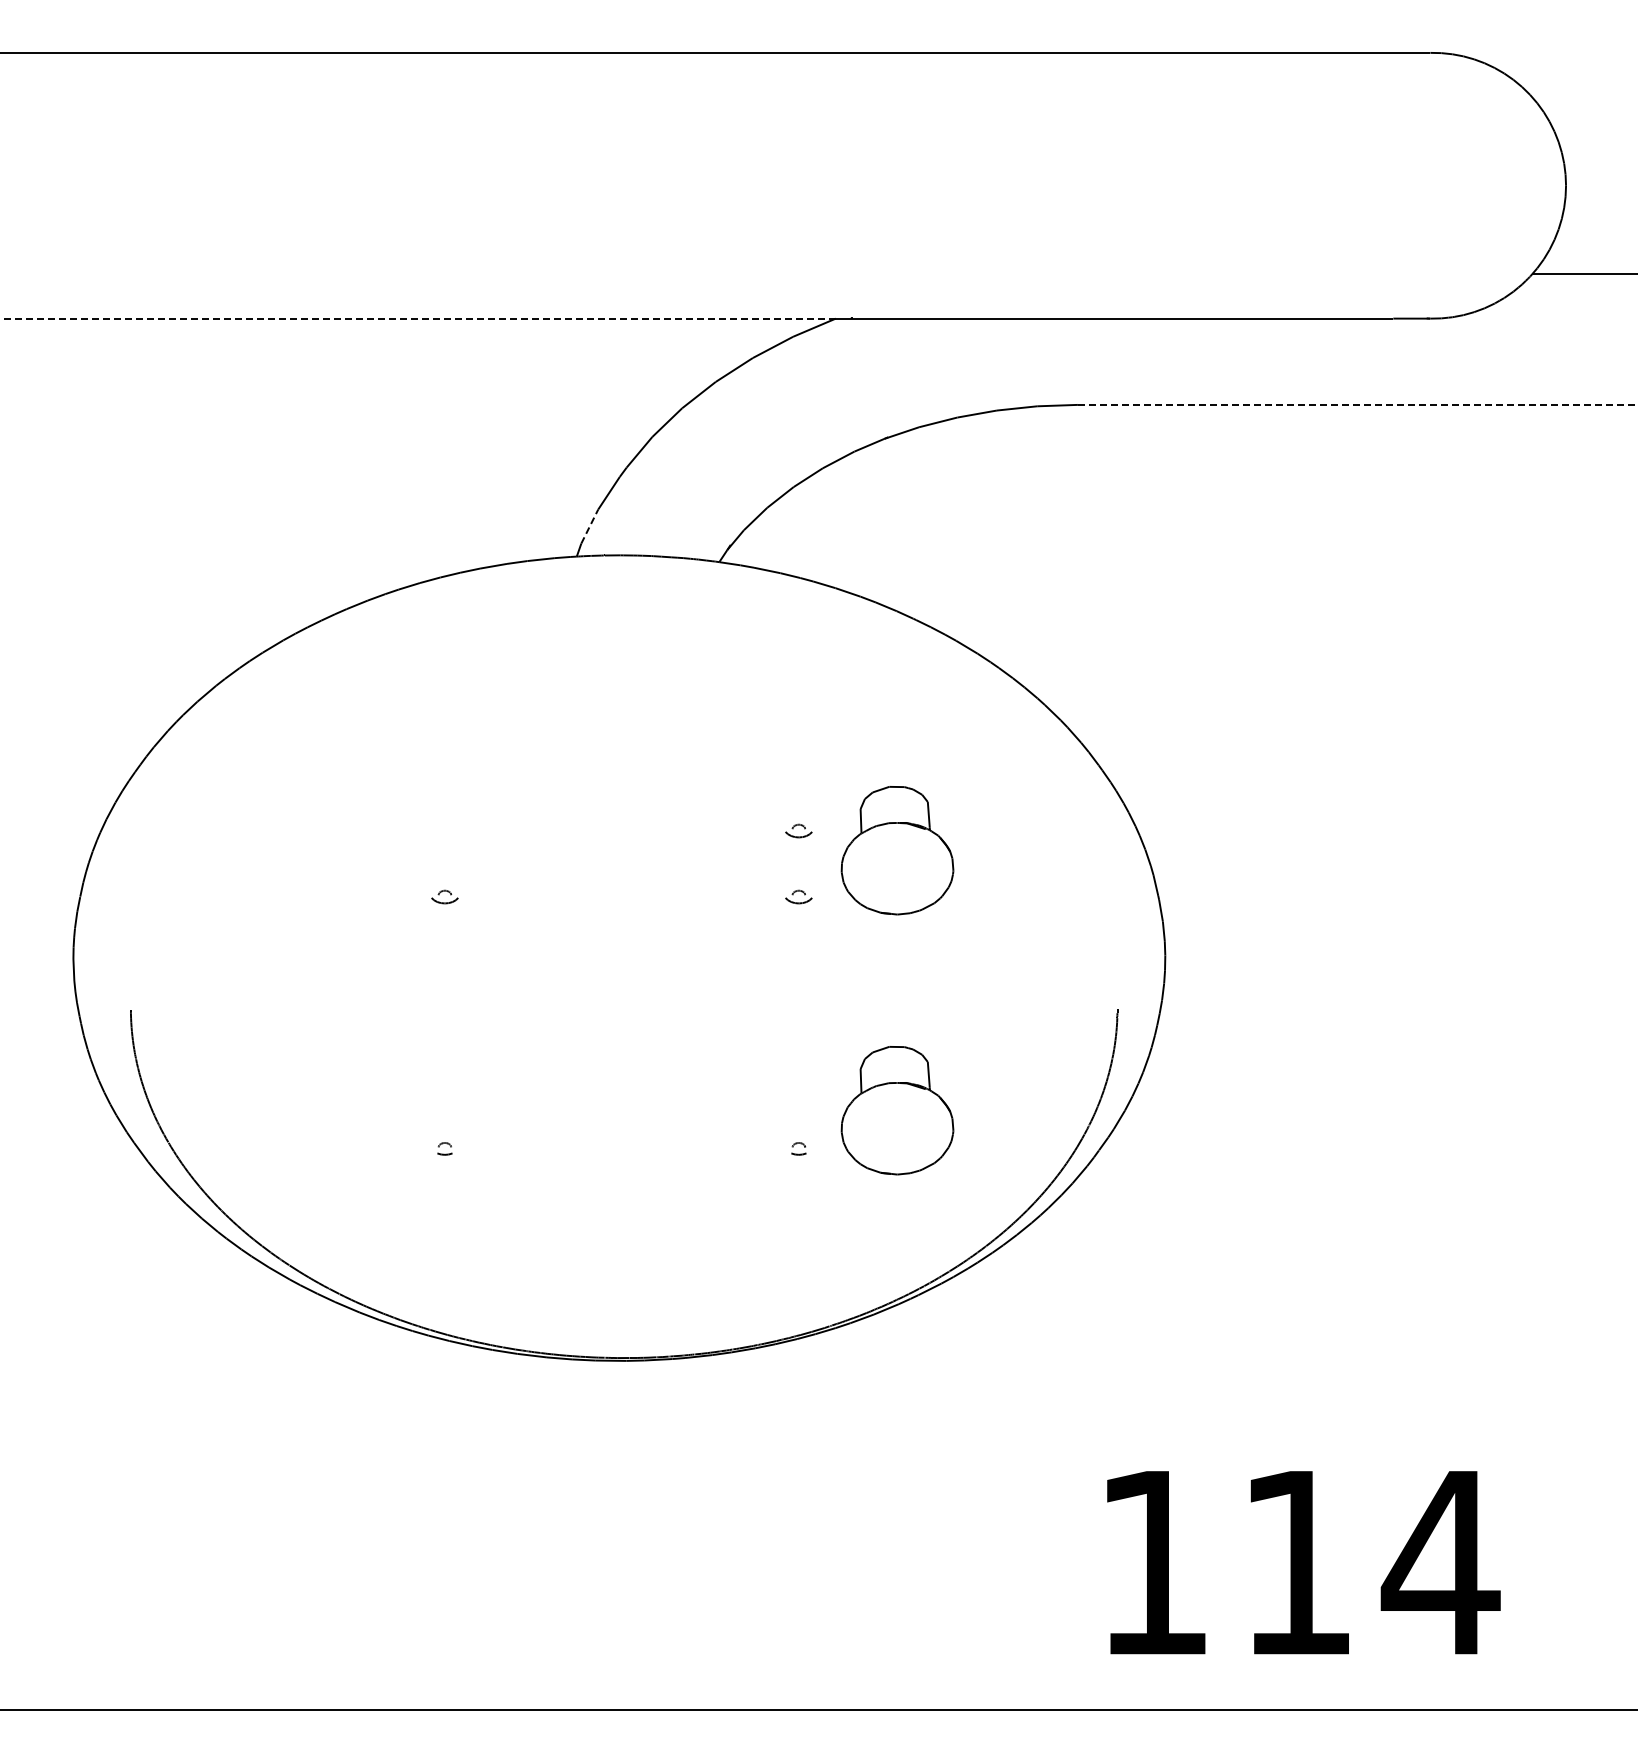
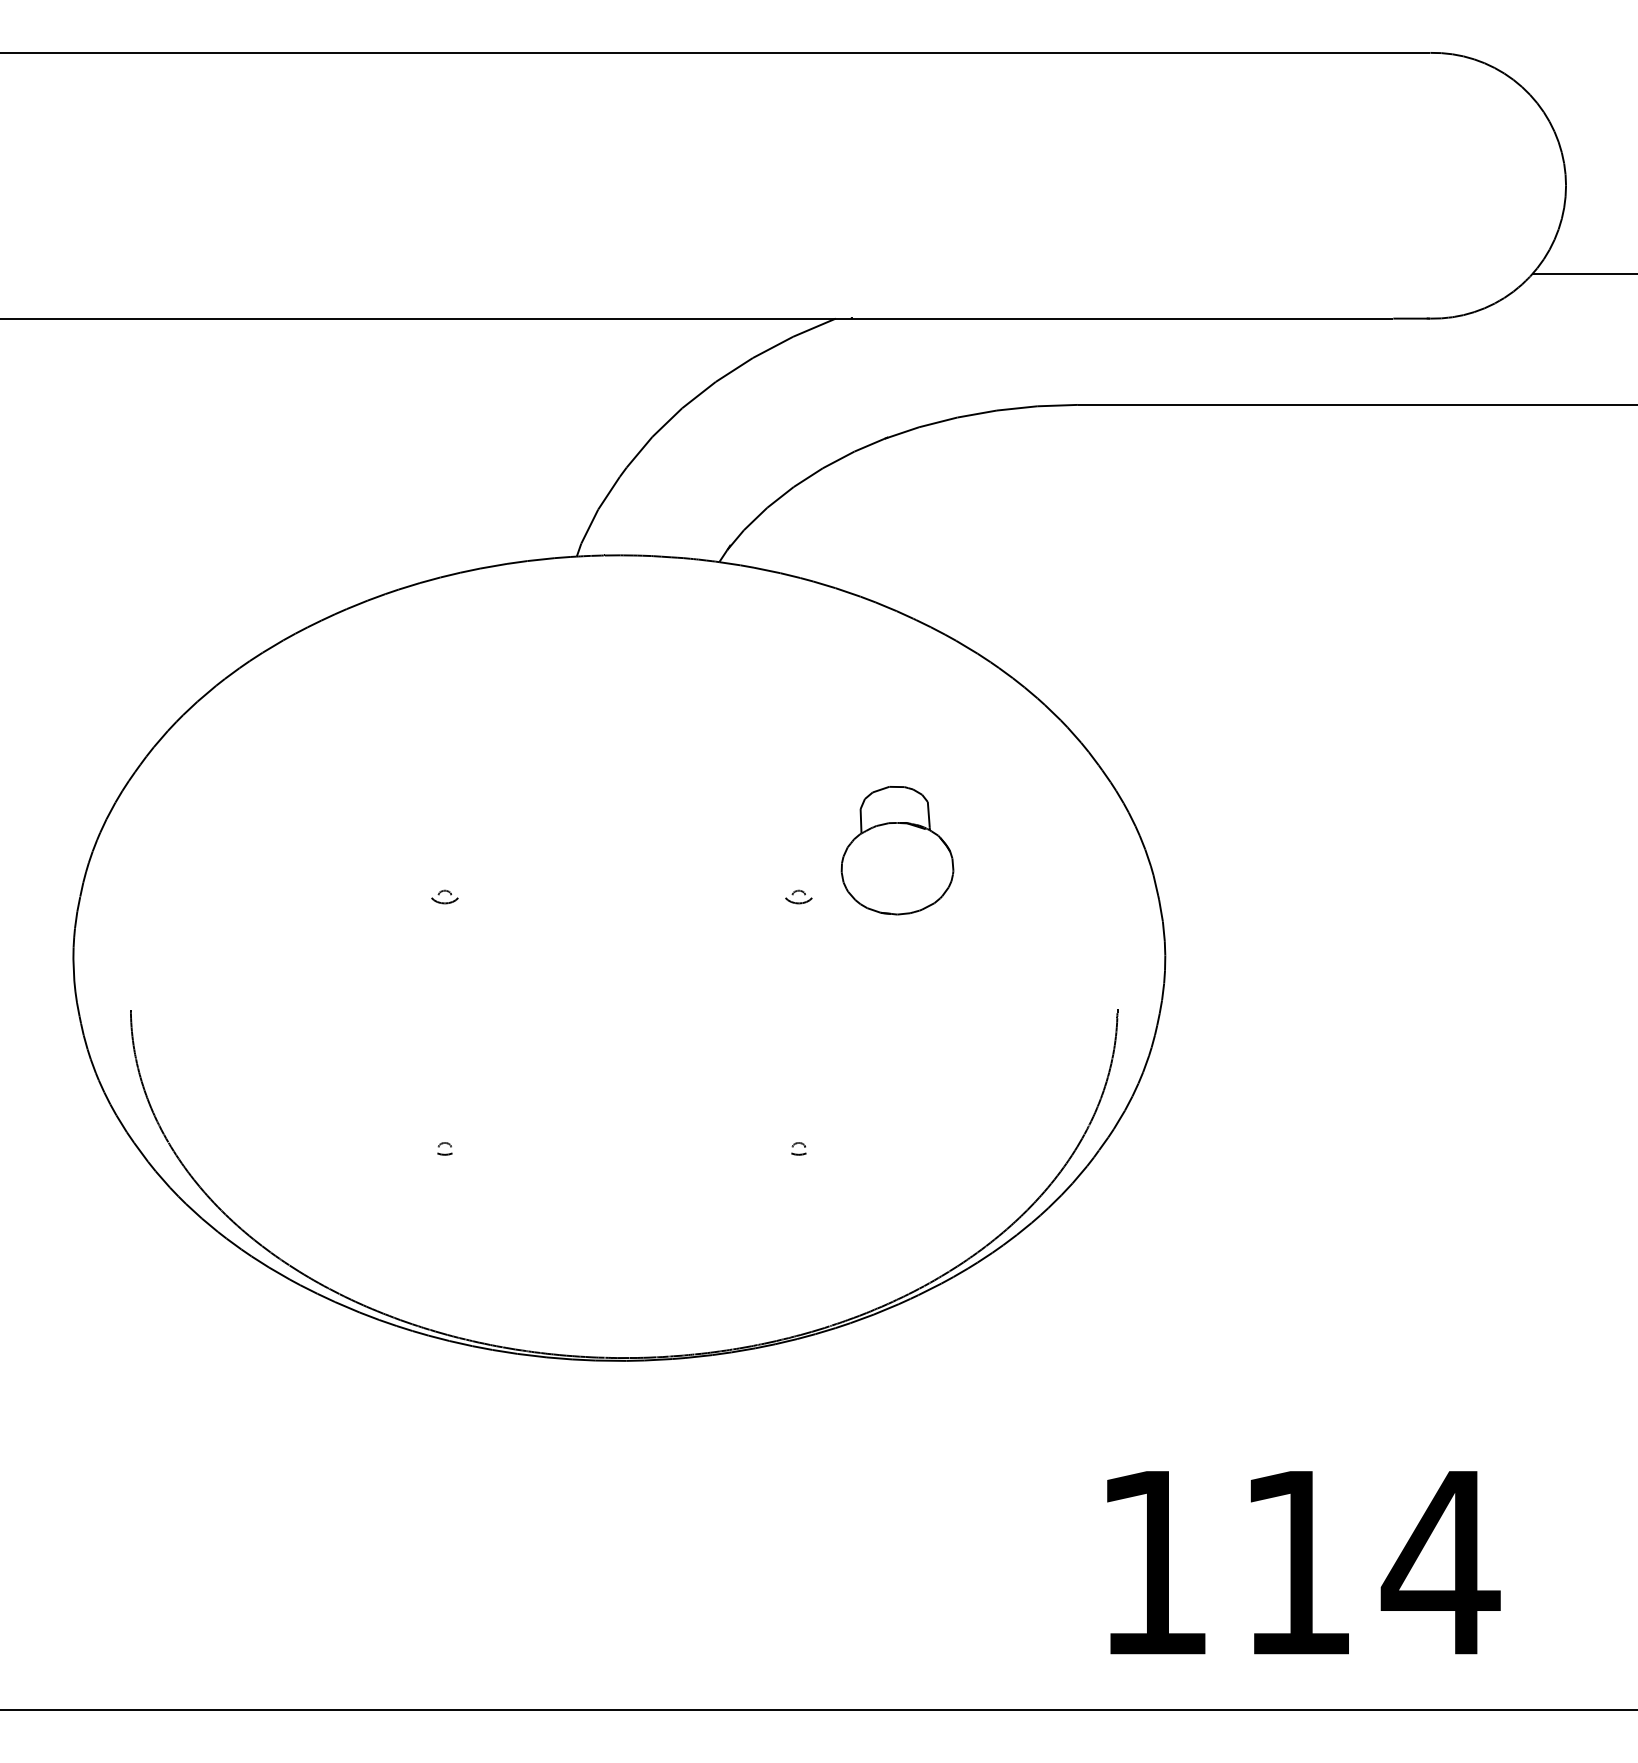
line at (418, 318): dashed -> solid
line at (1357, 404): dashed -> solid
line at (589, 526): dashed -> solid
part at (798, 830): present -> none
part at (897, 1110): present -> none
